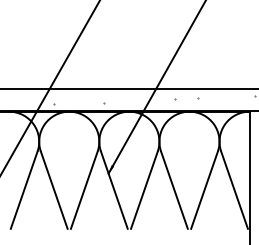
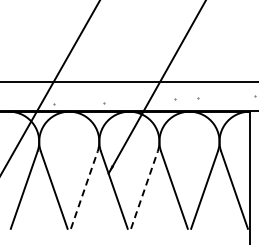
line at (128, 88) position: (128, 88) -> (128, 81)
line at (84, 190): solid -> dashed
line at (144, 190): solid -> dashed
